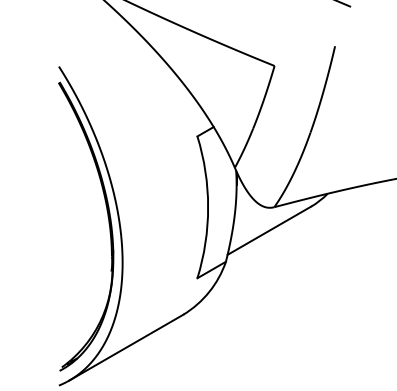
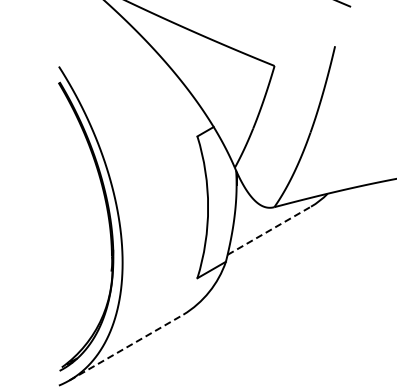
line at (269, 230): solid -> dashed
line at (126, 347): solid -> dashed
